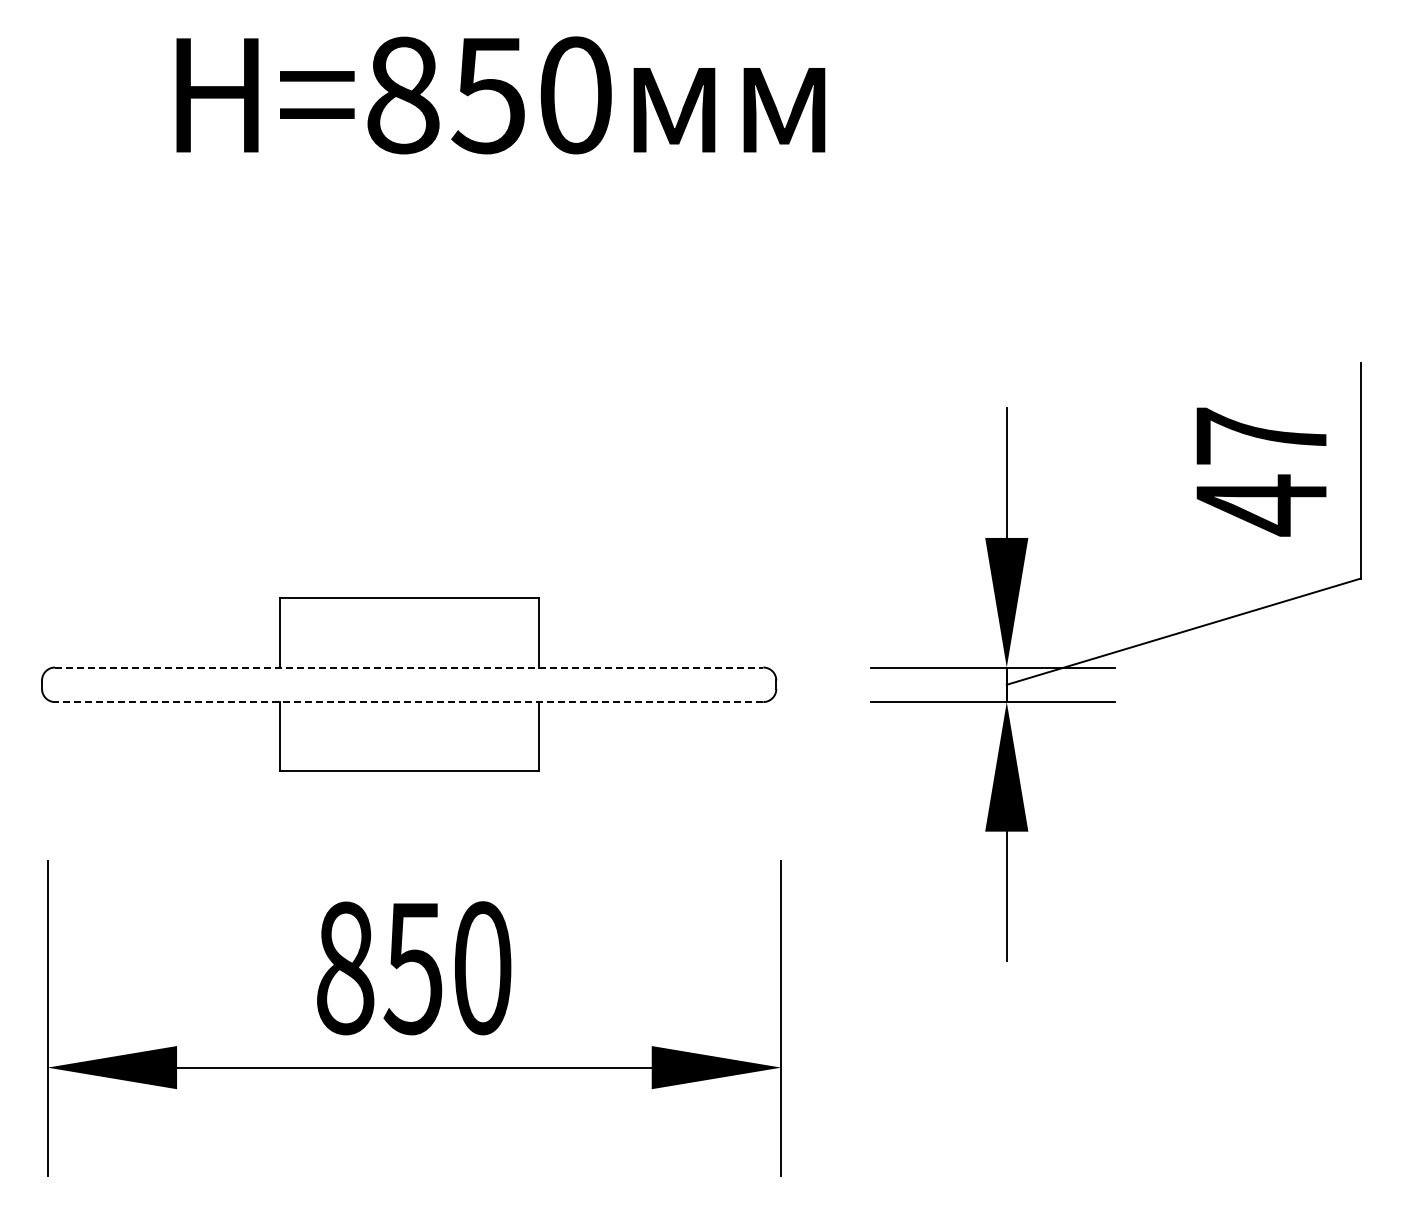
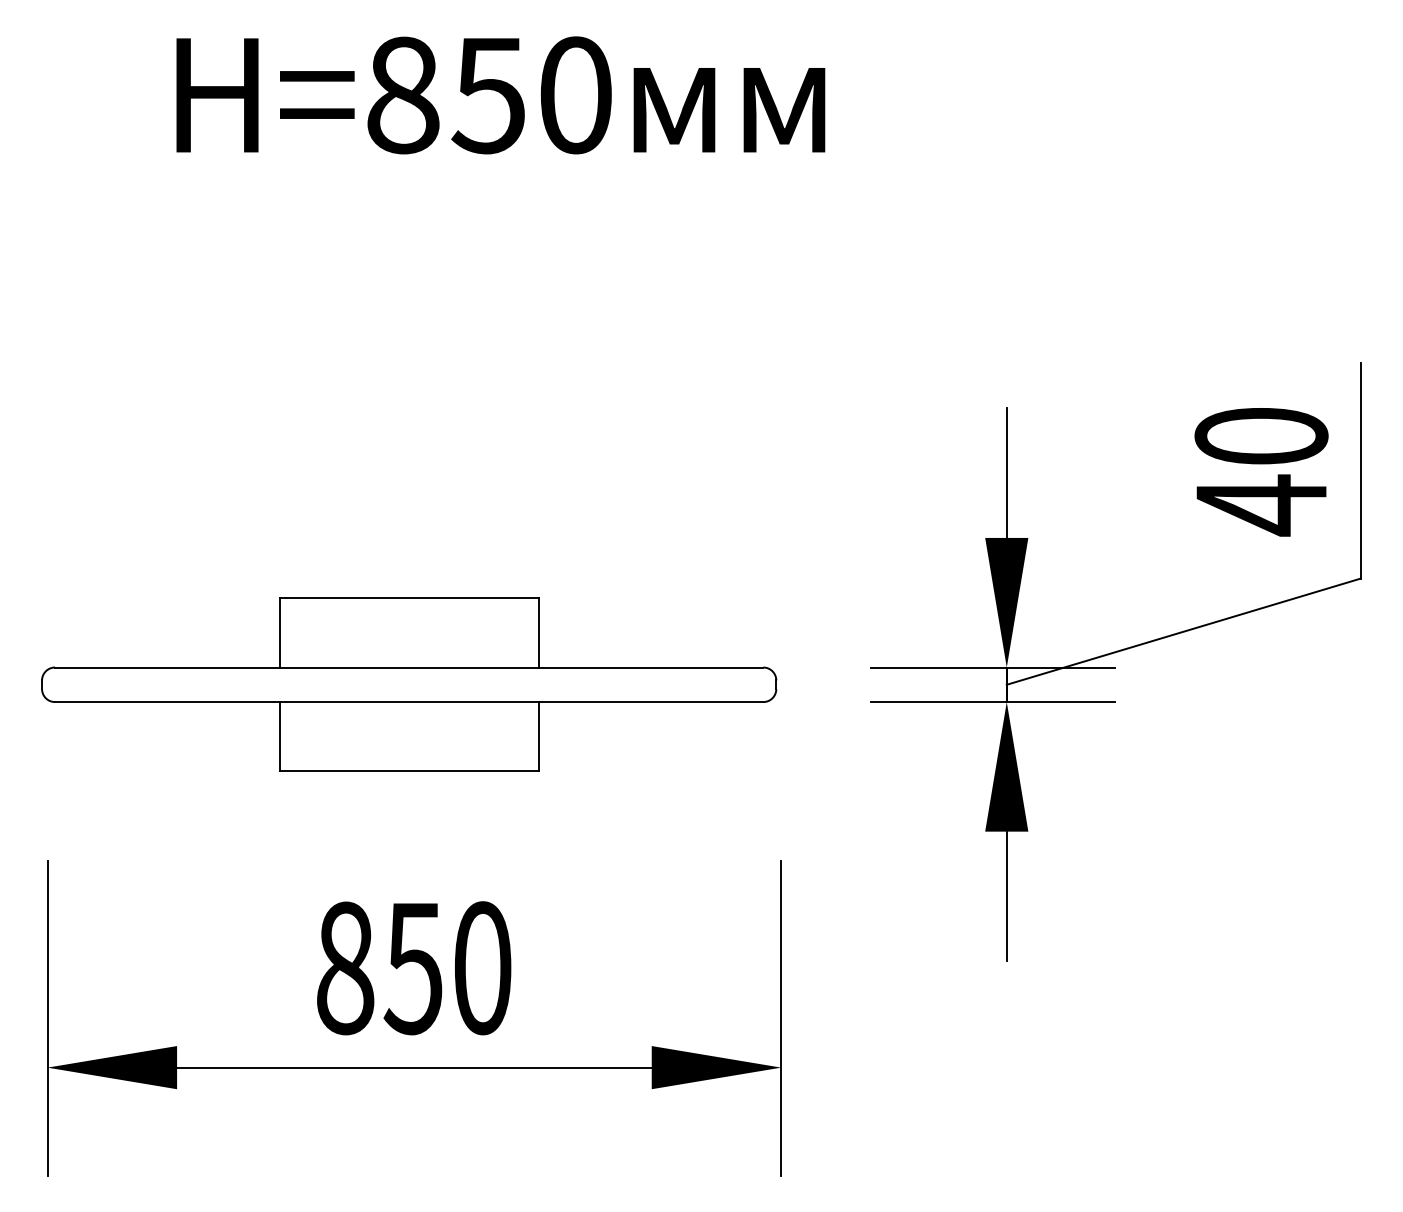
text at (1261, 435): 47 -> 40
line at (409, 667): dashed -> solid
line at (408, 702): dashed -> solid
